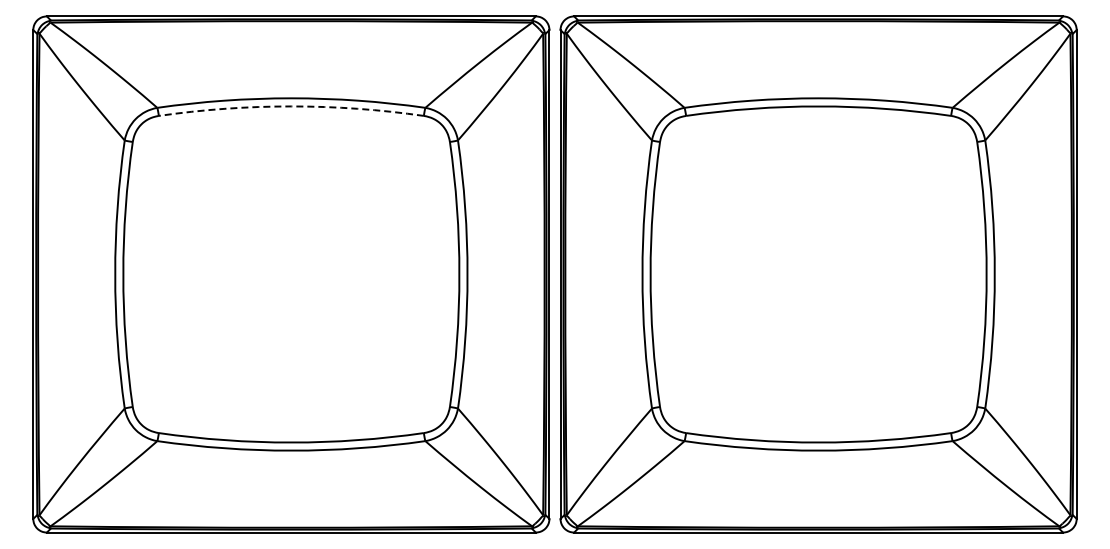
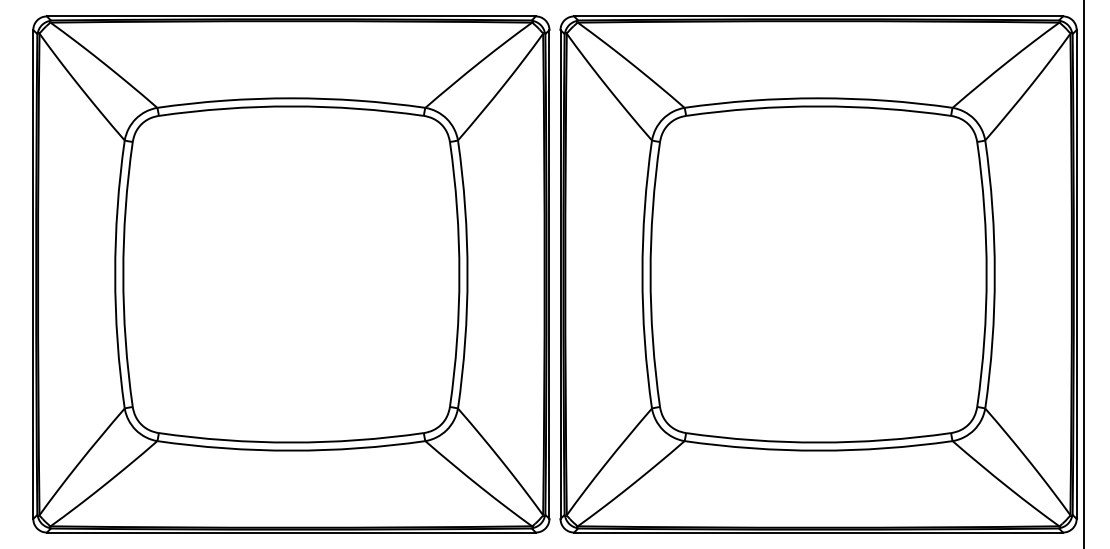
arc at (291, 106): dashed -> solid
line at (1084, 273): none -> present
